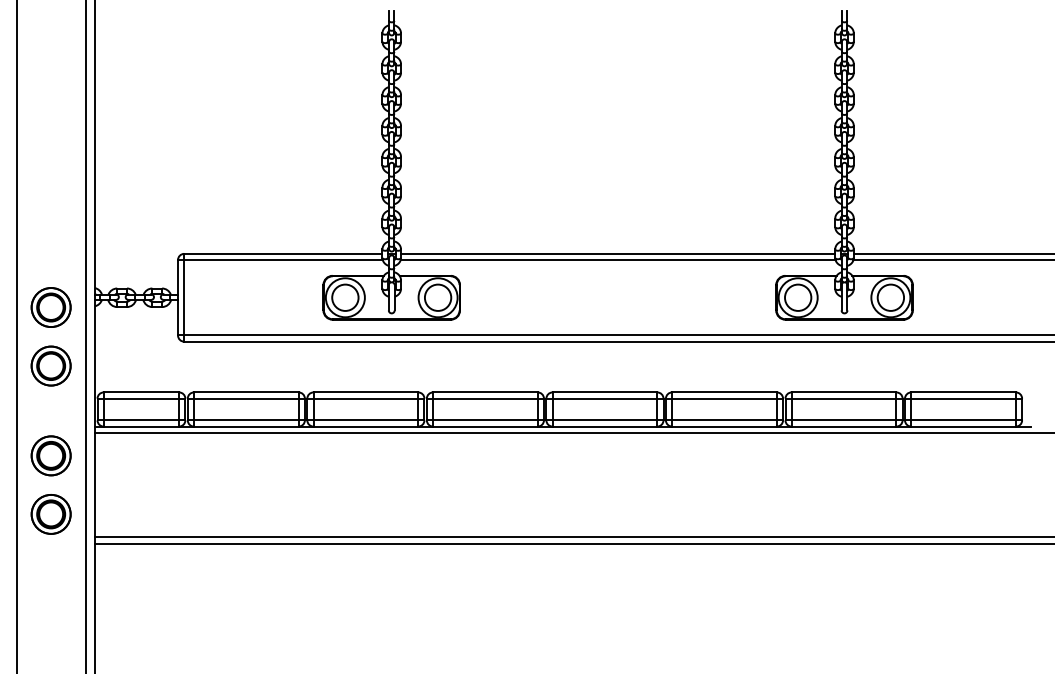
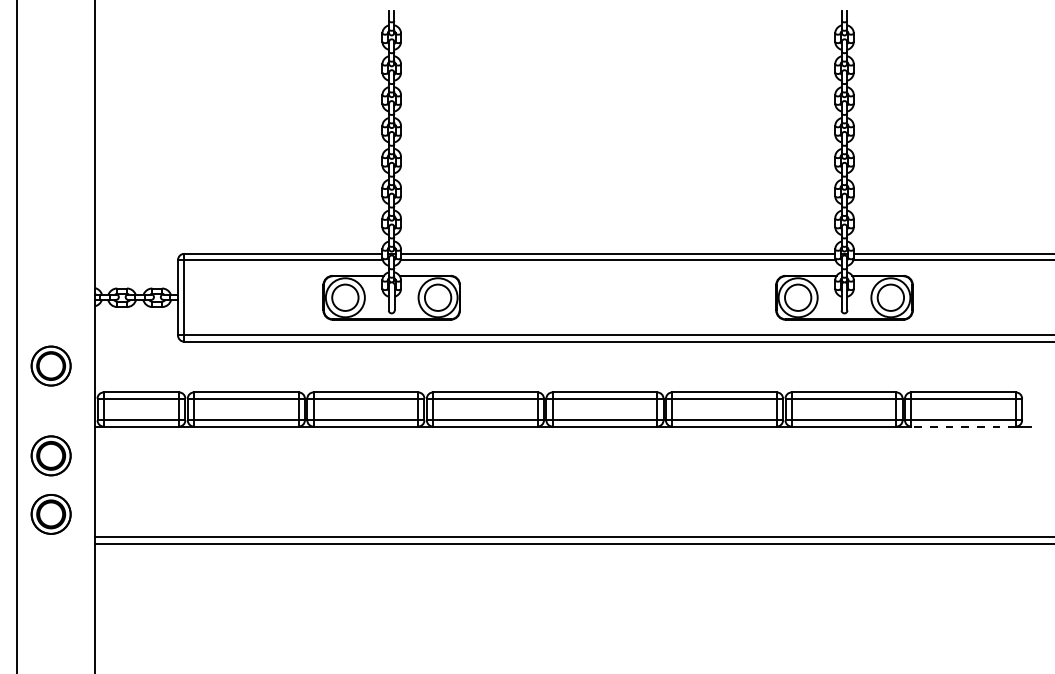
part at (50, 307): present -> none
line at (85, 336): present -> none
line at (963, 426): solid -> dashed
line at (573, 432): present -> none
